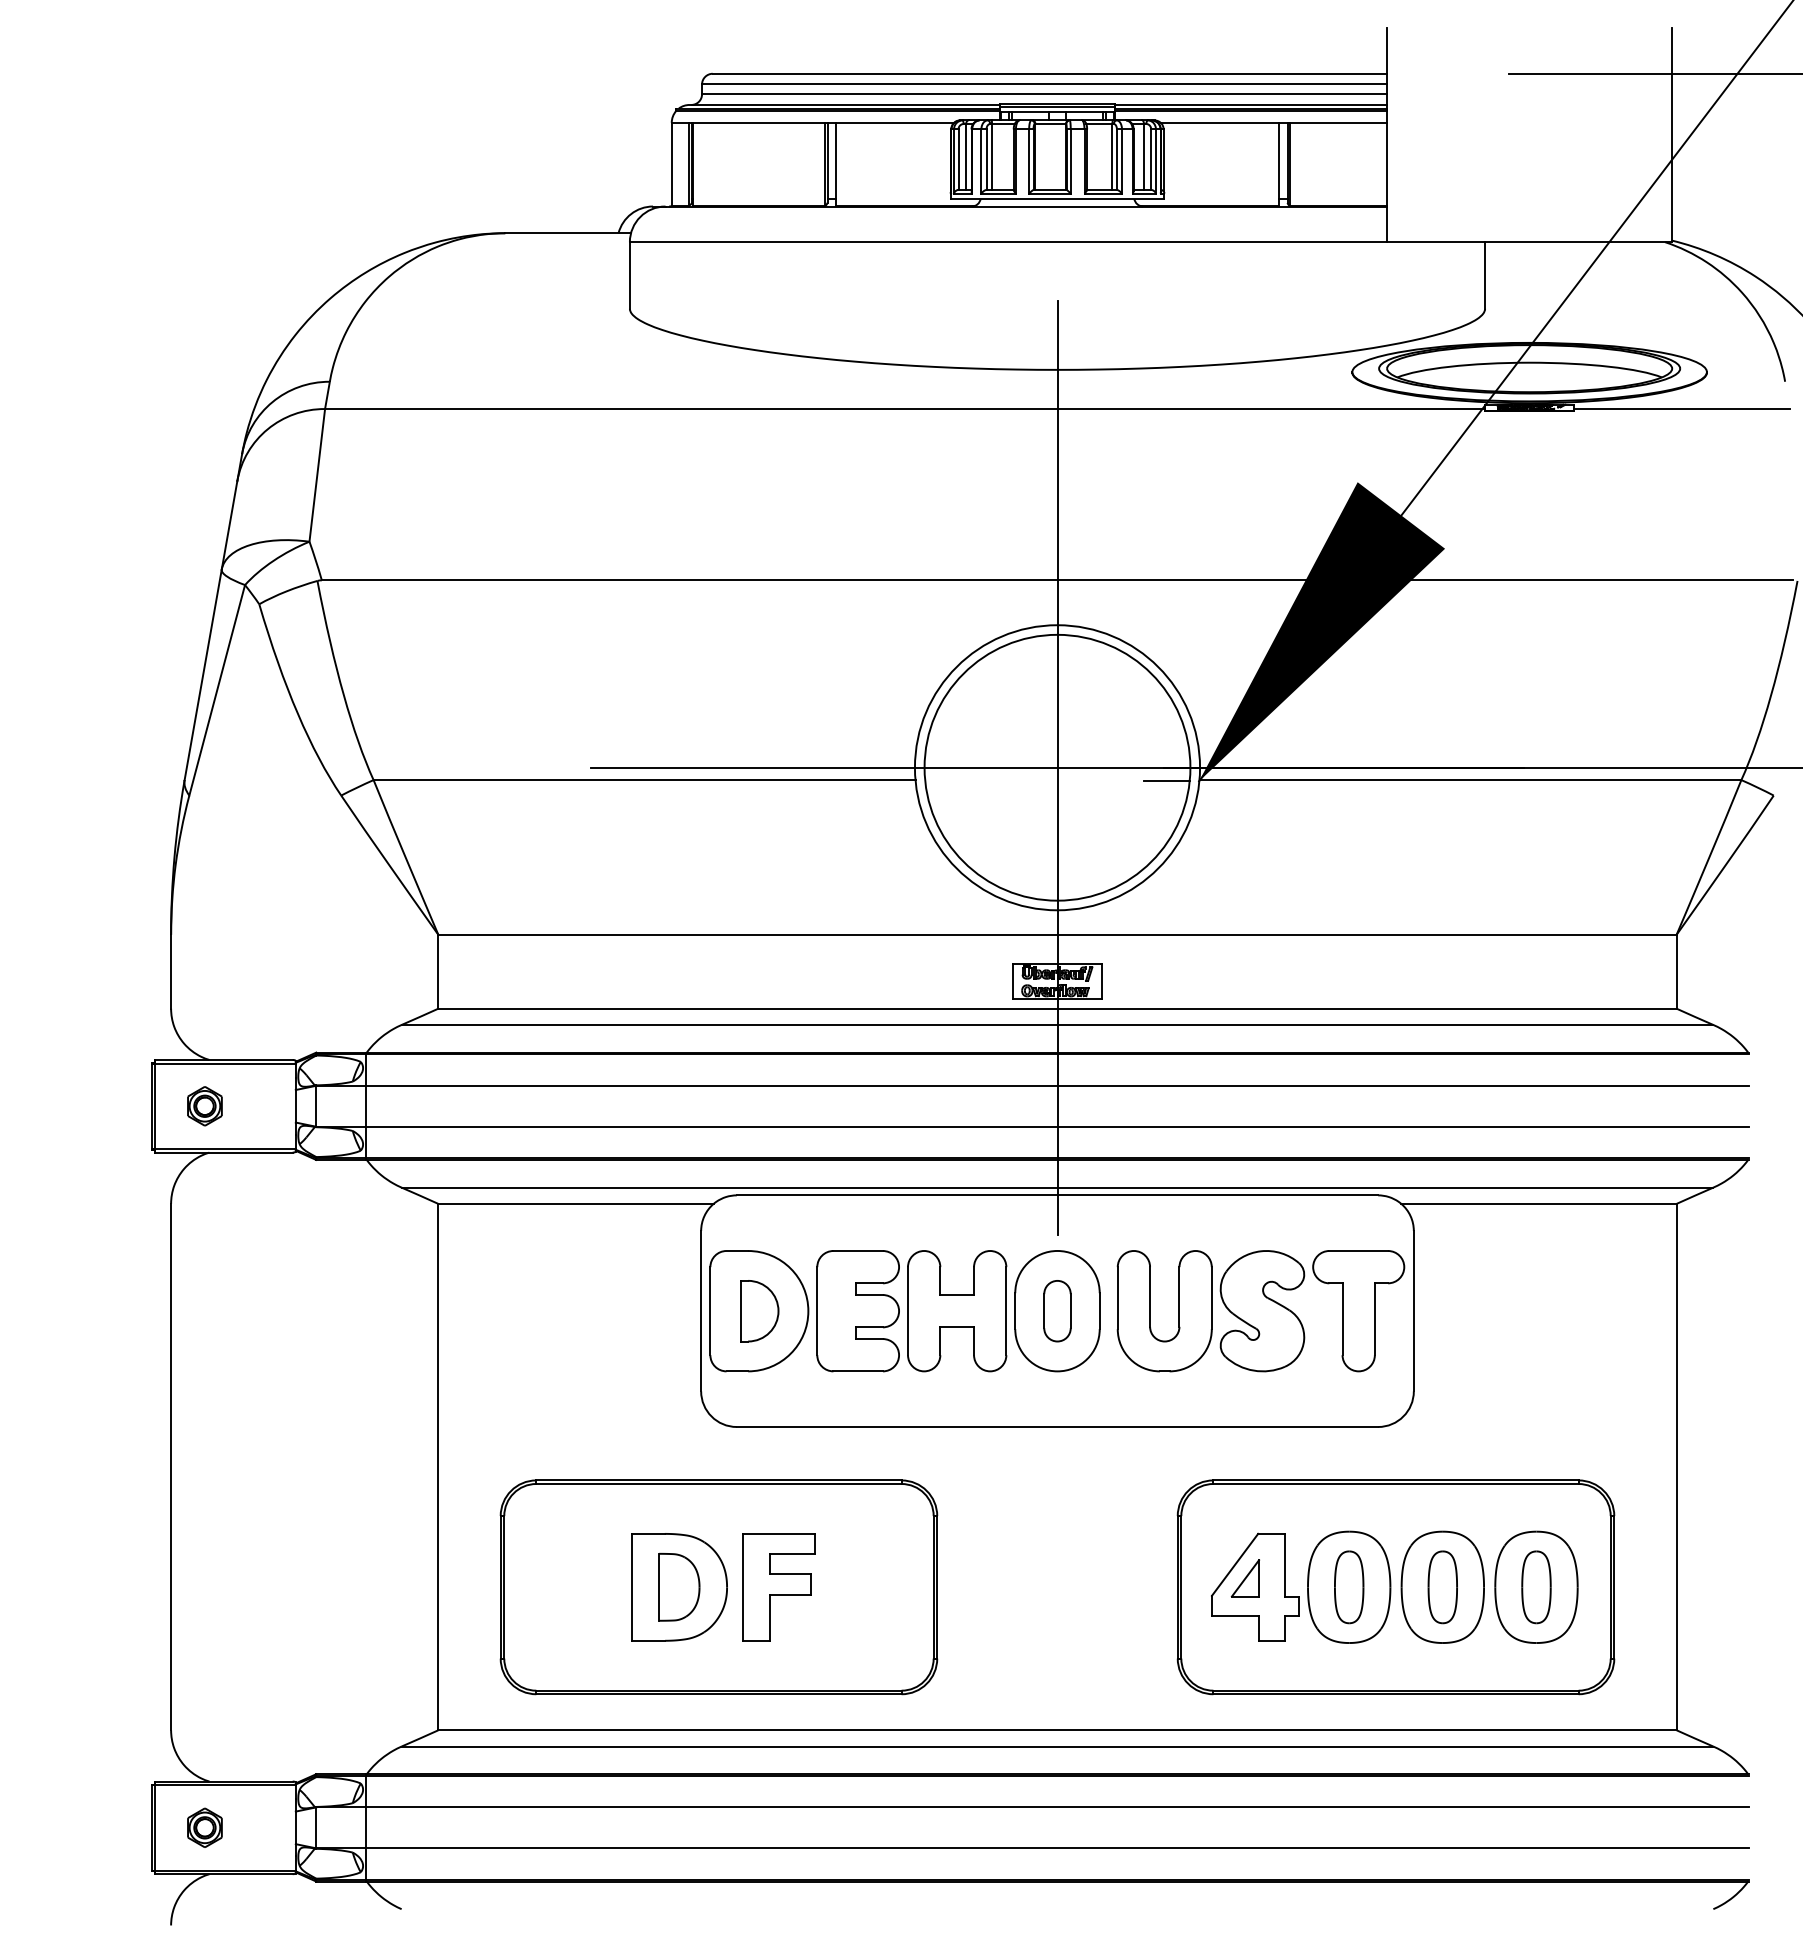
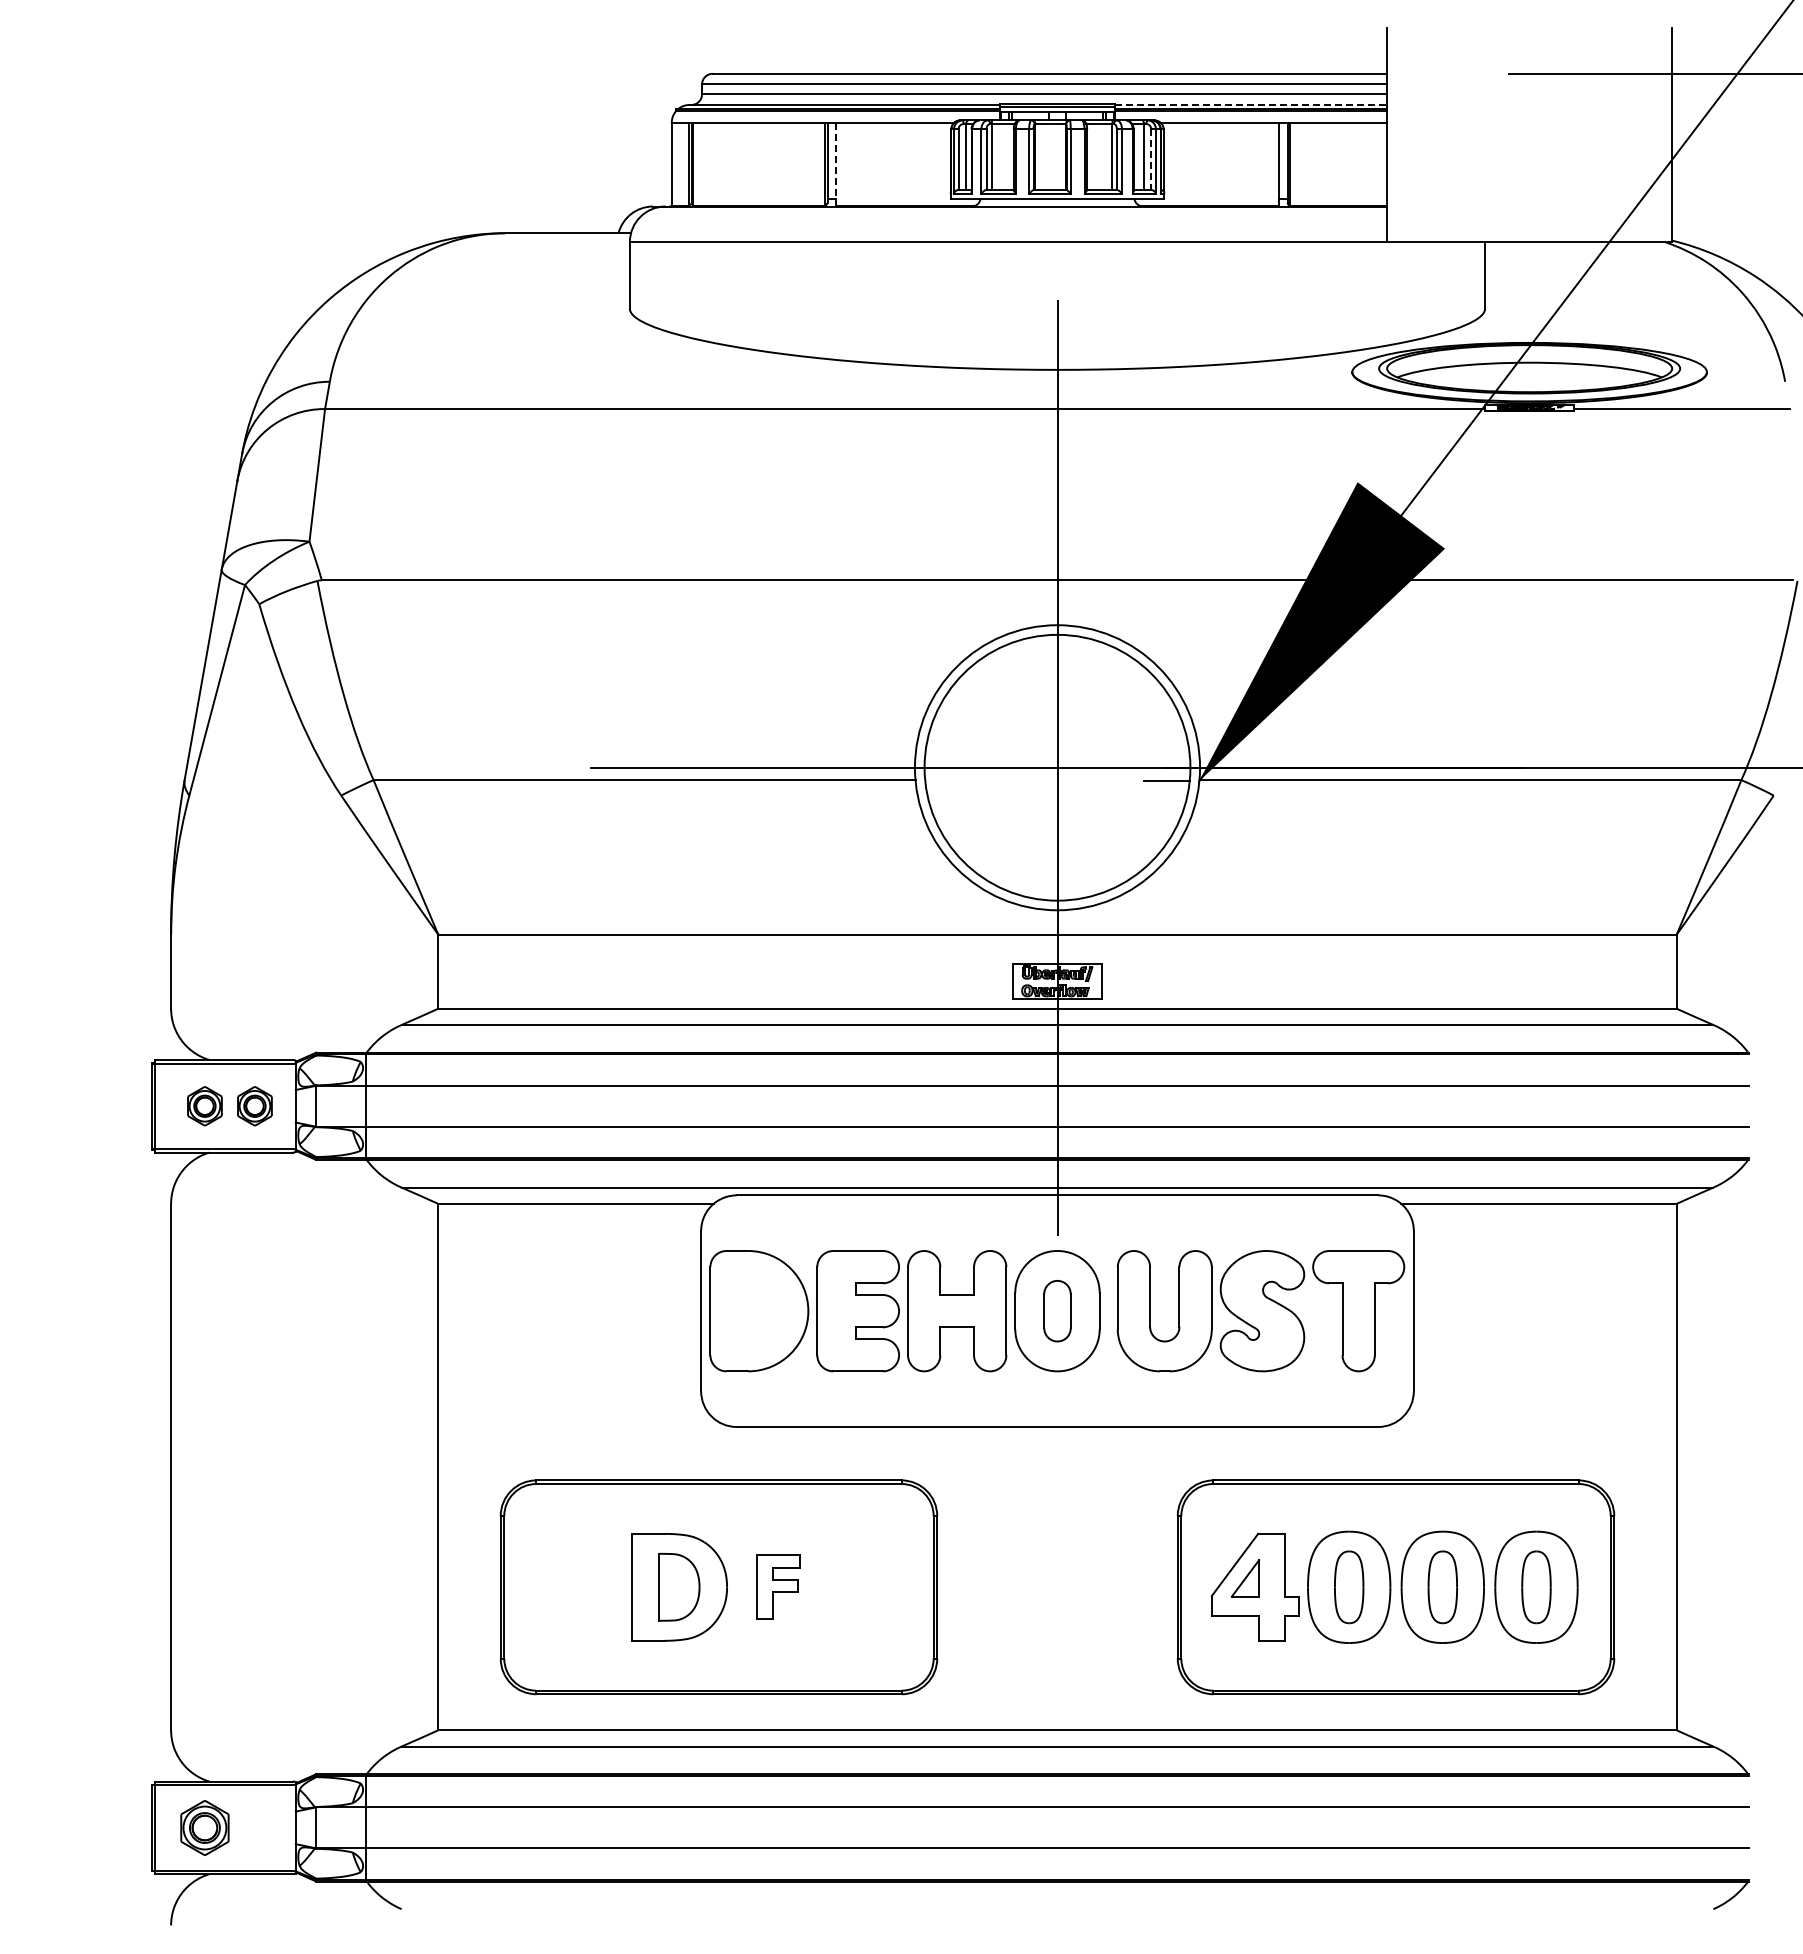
line at (1251, 104): solid -> dashed
line at (1151, 160): solid -> dashed
line at (836, 164): solid -> dashed
part at (254, 1106): none -> present
part at (759, 1311): present -> none
part at (778, 1587) size: 74x109 px -> 45x66 px
part at (204, 1827) size: 36x41 px -> 50x56 px
